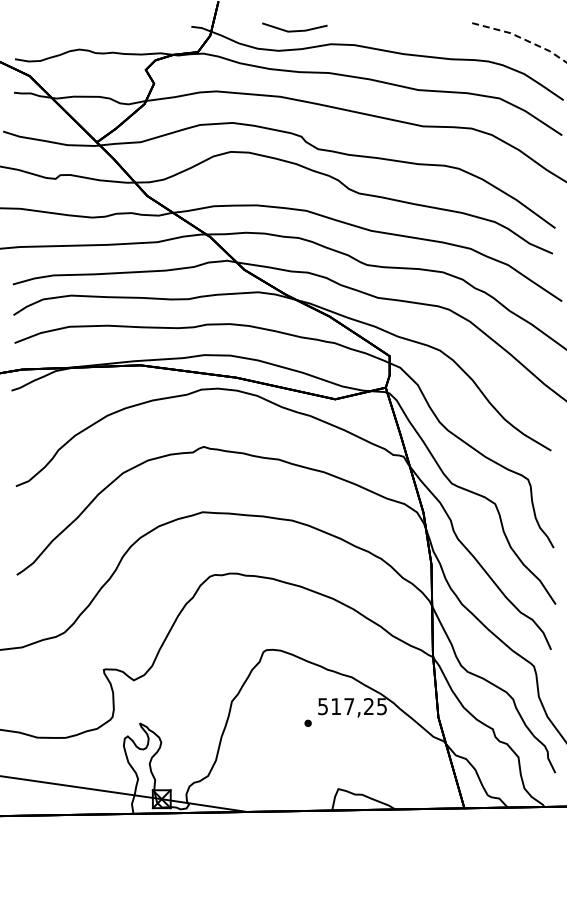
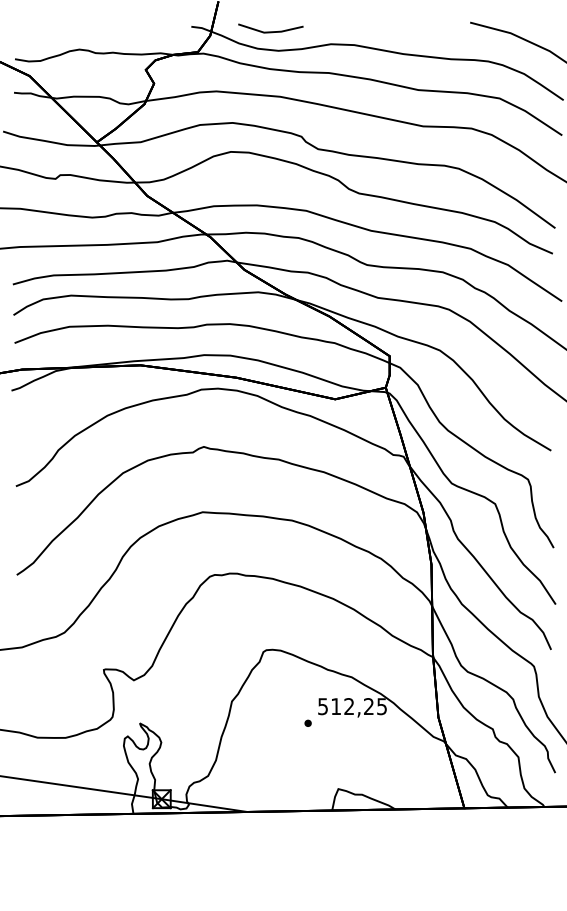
line at (294, 30) position: (294, 30) -> (270, 31)
line at (520, 37): dashed -> solid
text at (349, 706): 517,25 -> 512,25
